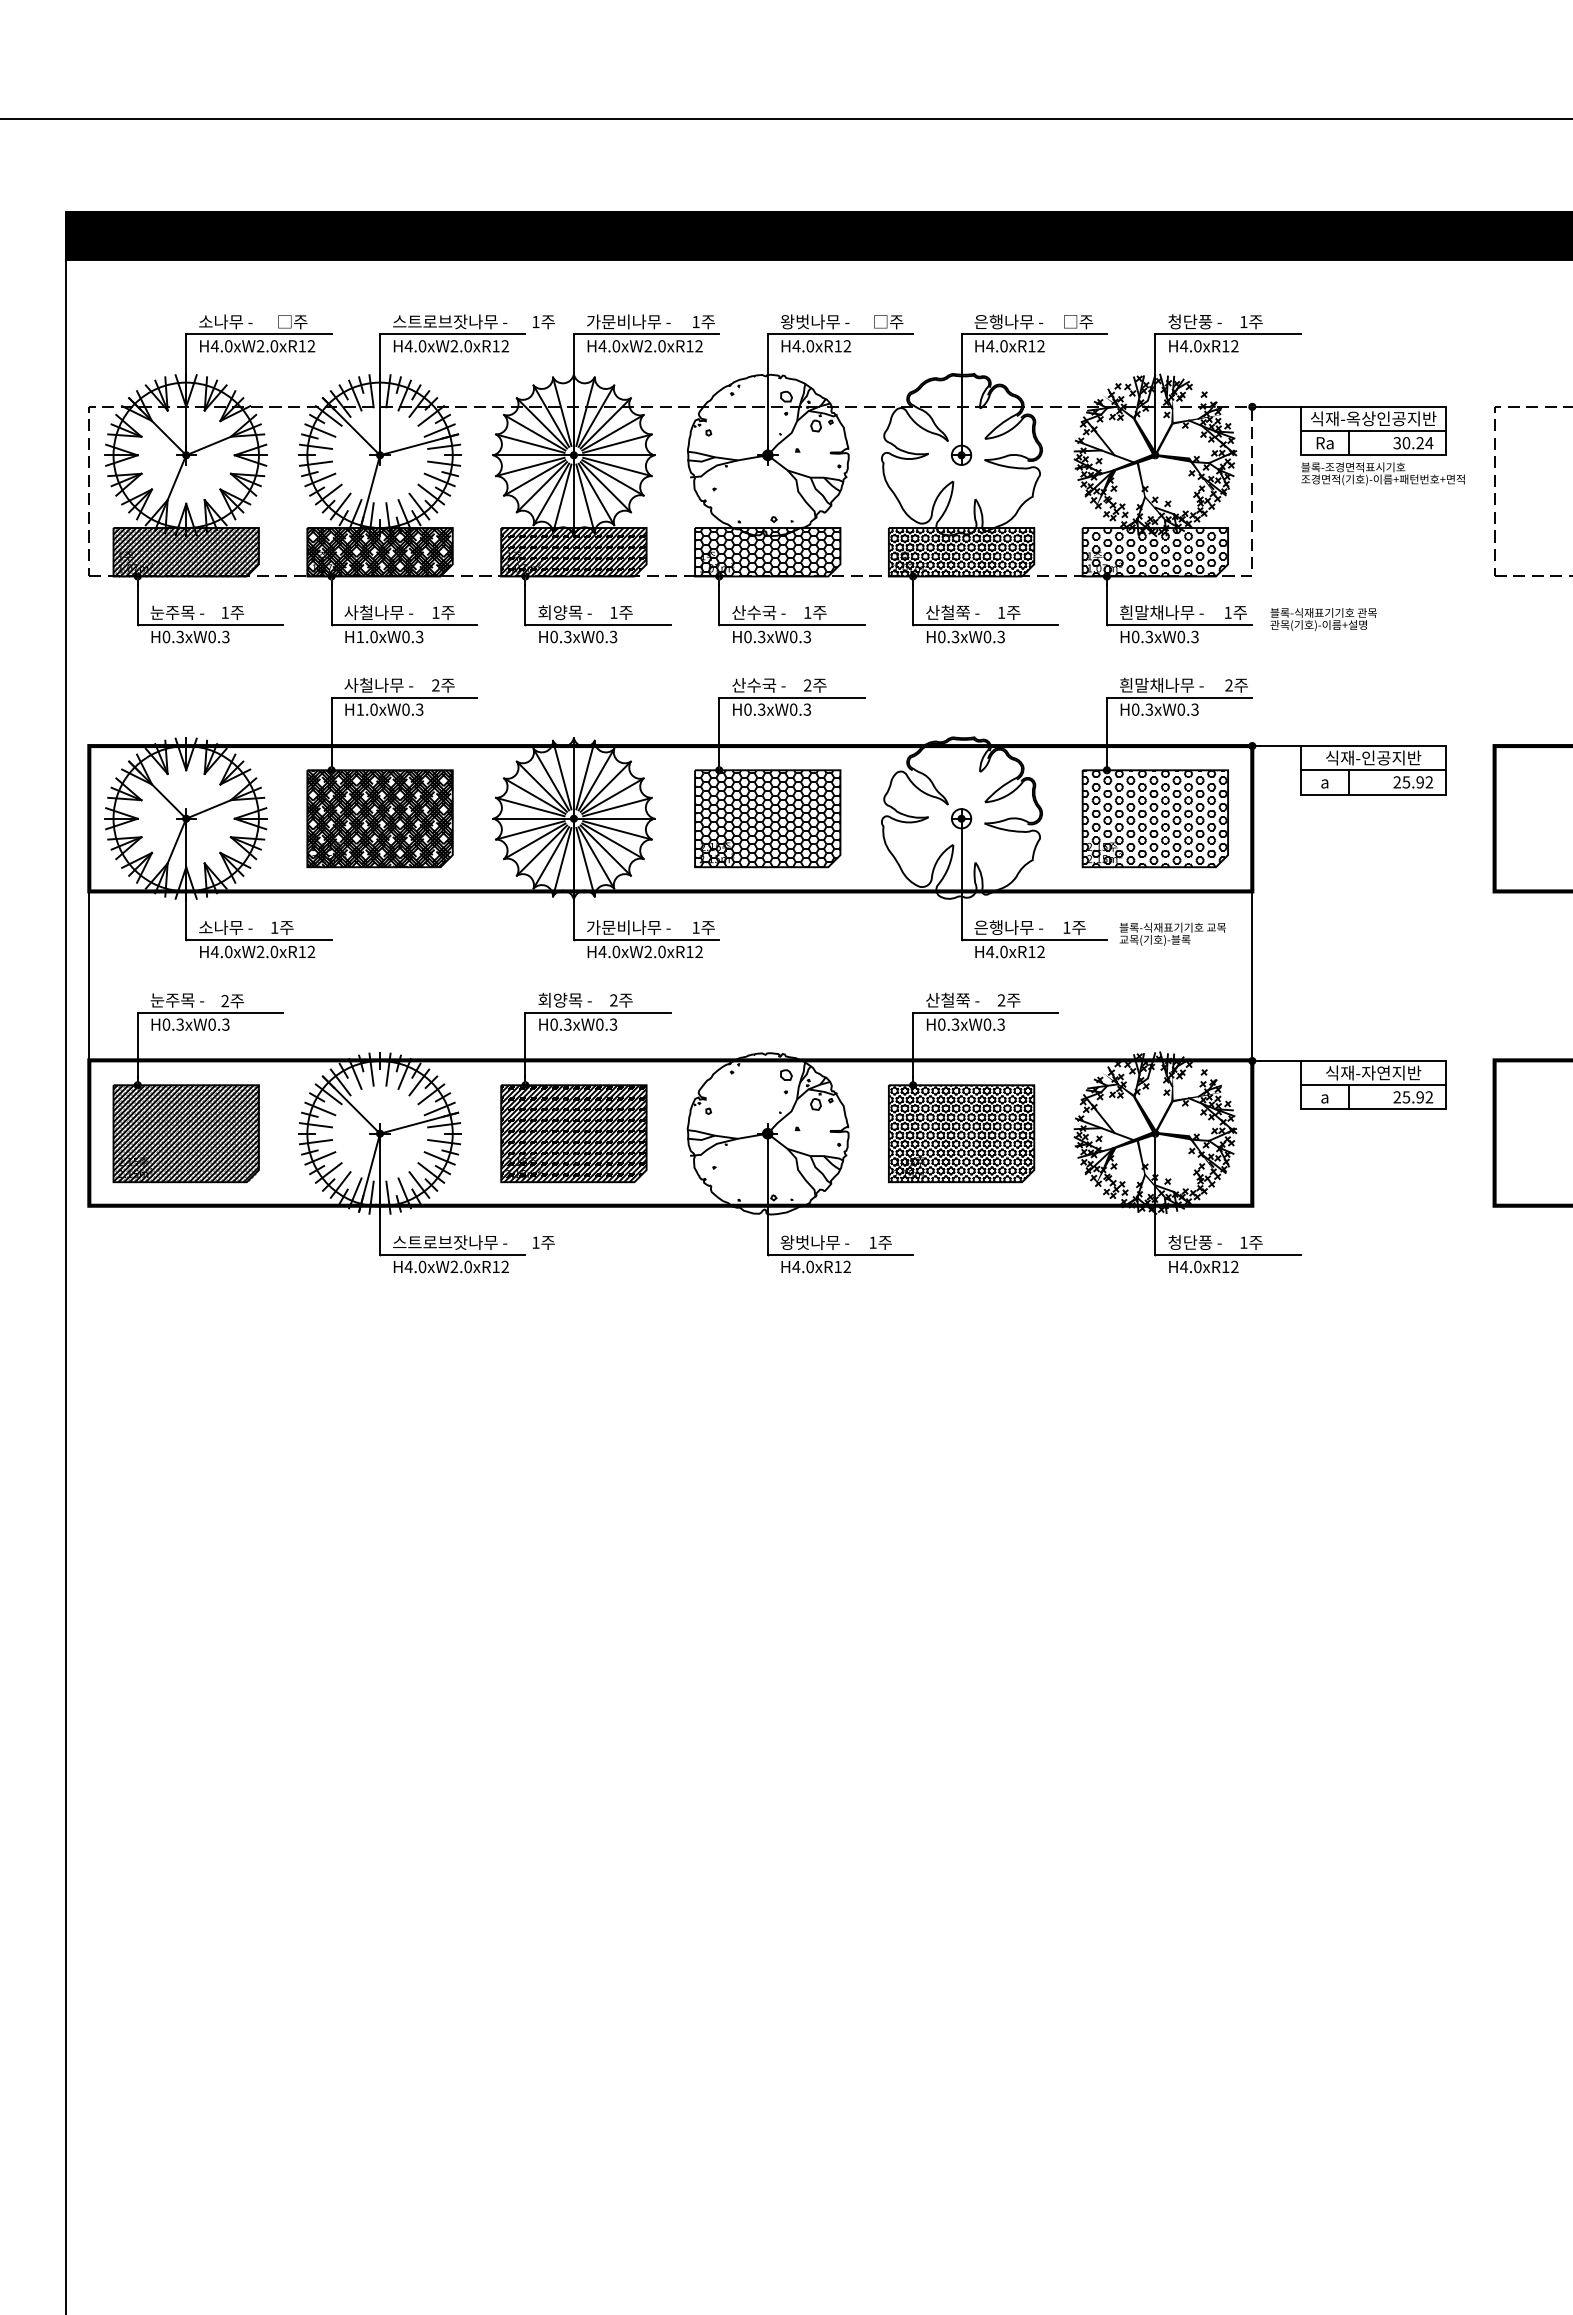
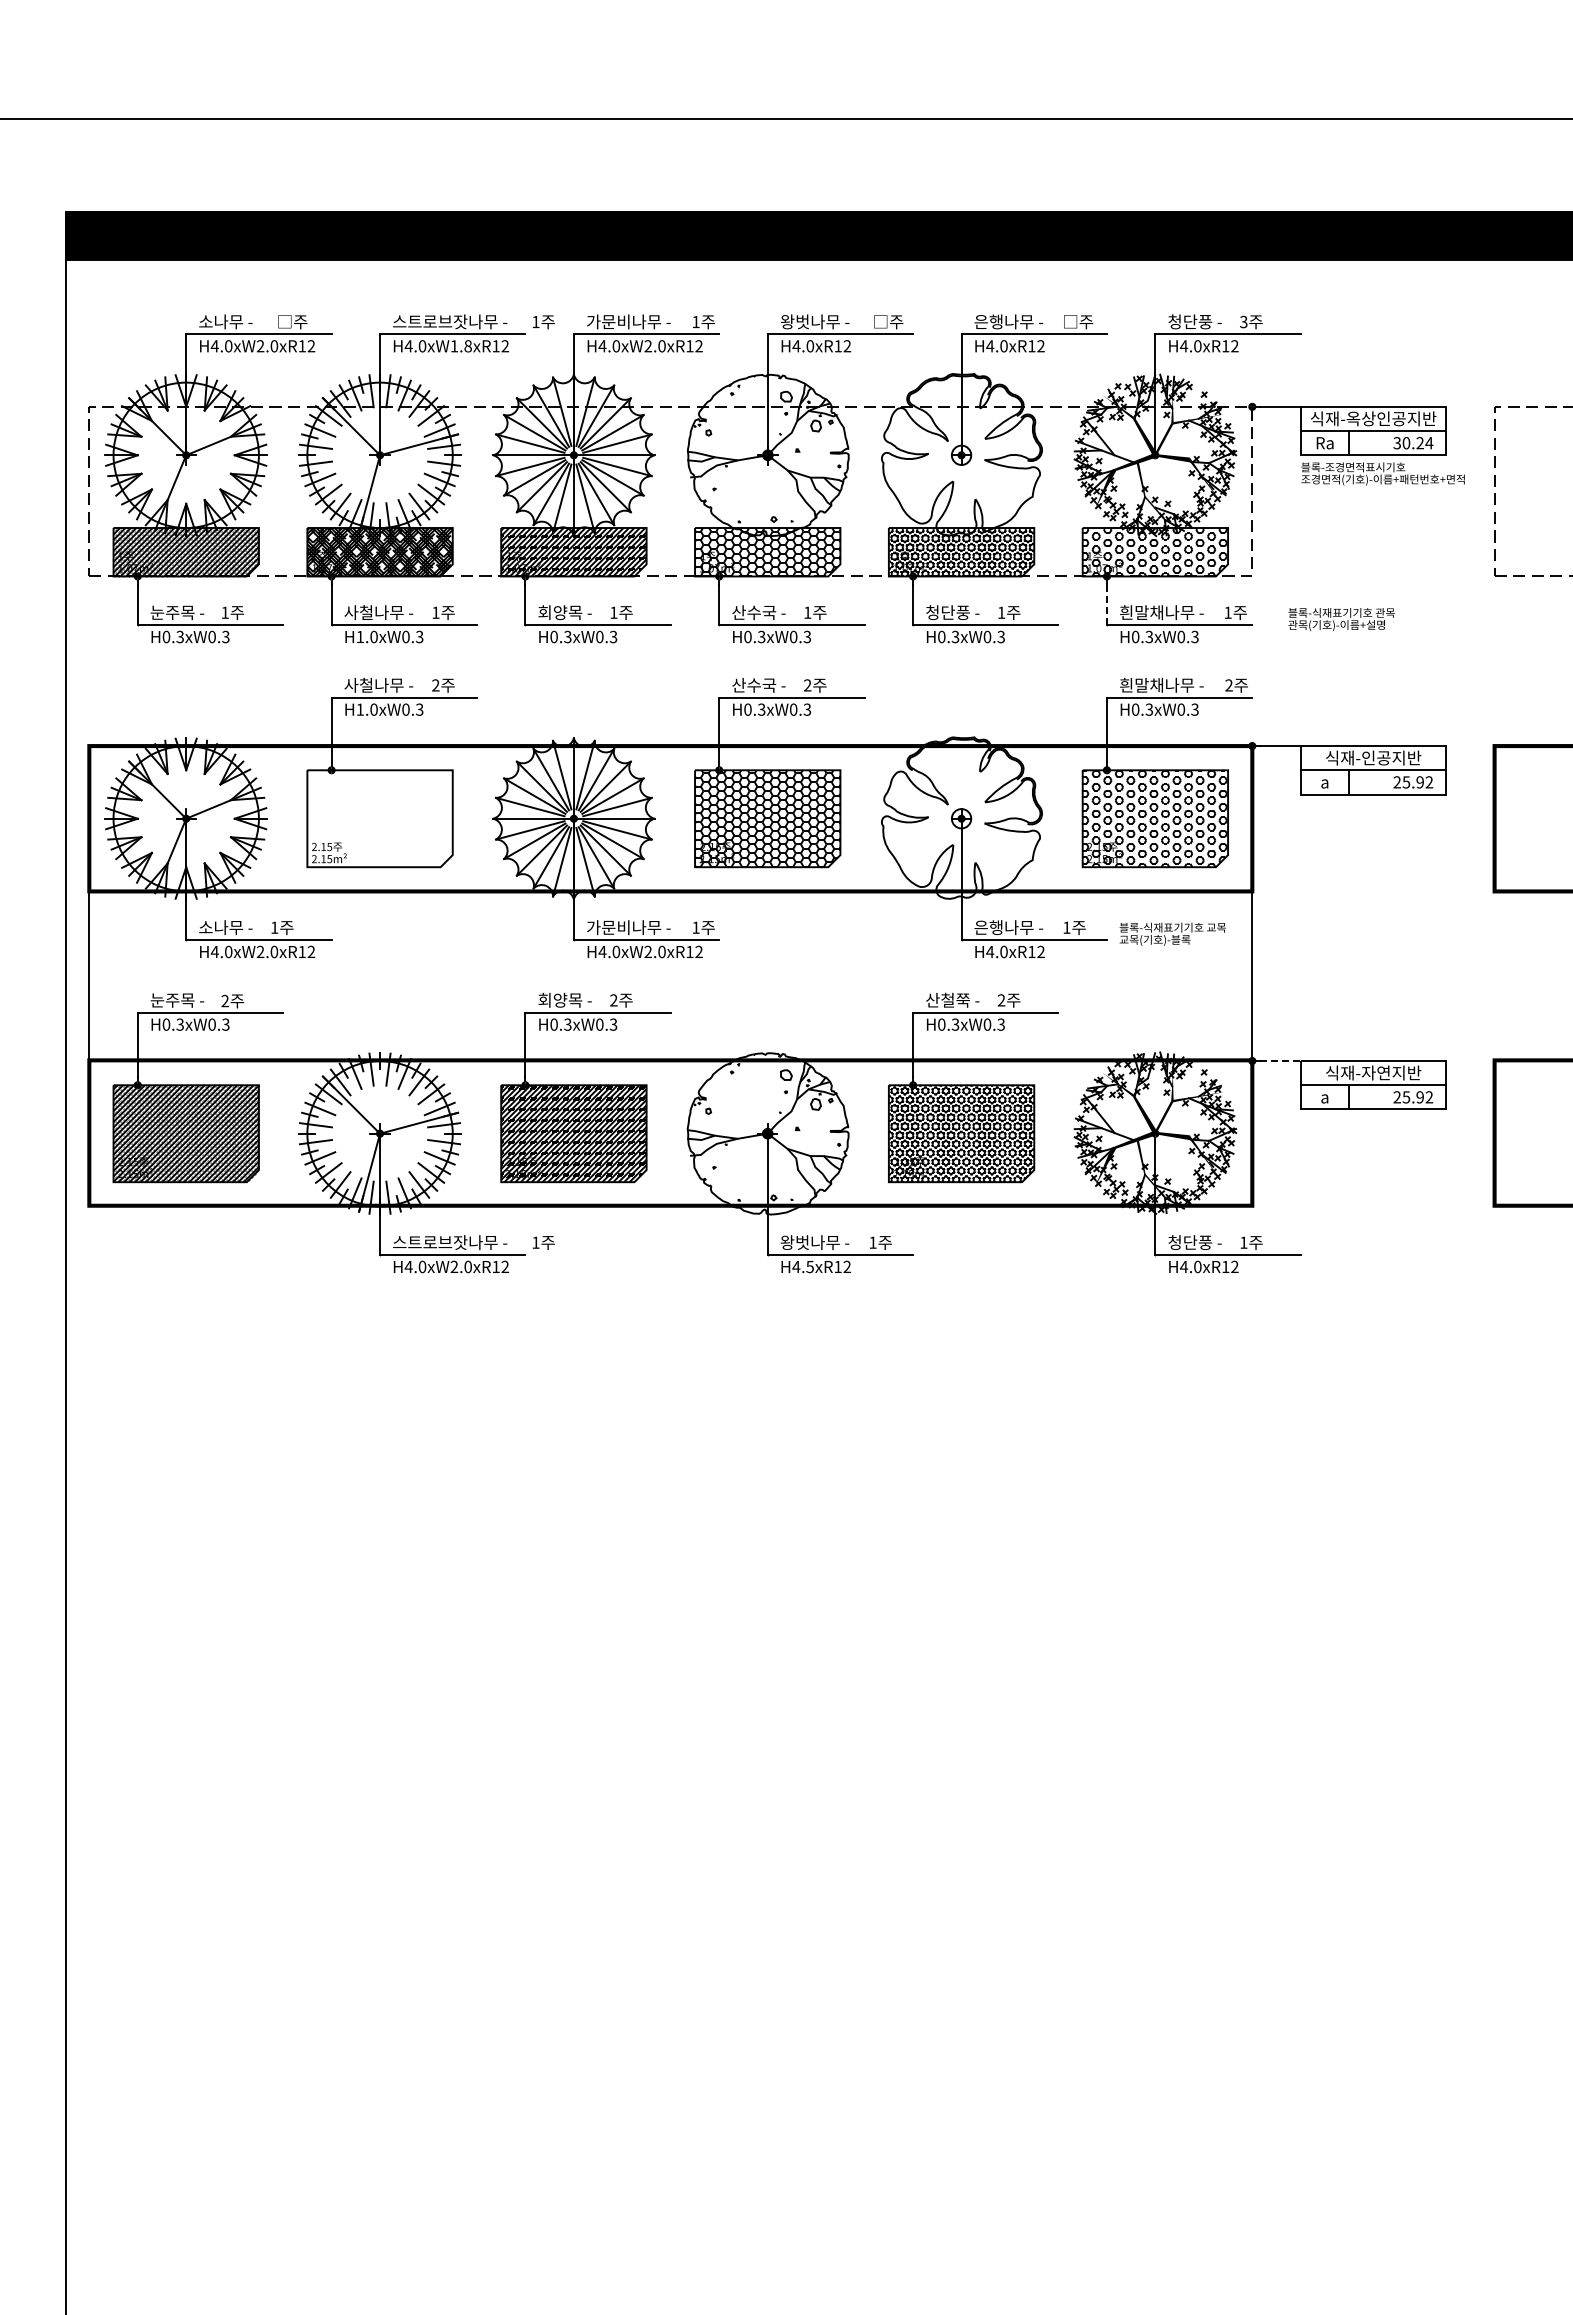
text at (1243, 321): 1 -> 3
text at (460, 346): H4.0xW2.0xR12 -> H4.0xW1.8xR12
line at (1106, 605): solid -> dashed
text at (947, 612): 산철쭉 - -> 청단풍 -
text at (1323, 619) position: (1323, 619) -> (1341, 619)
hatch at (379, 818): present -> none
line at (1281, 1061): solid -> dashed
text at (809, 1266): H4.0xR12 -> H4.5xR12
